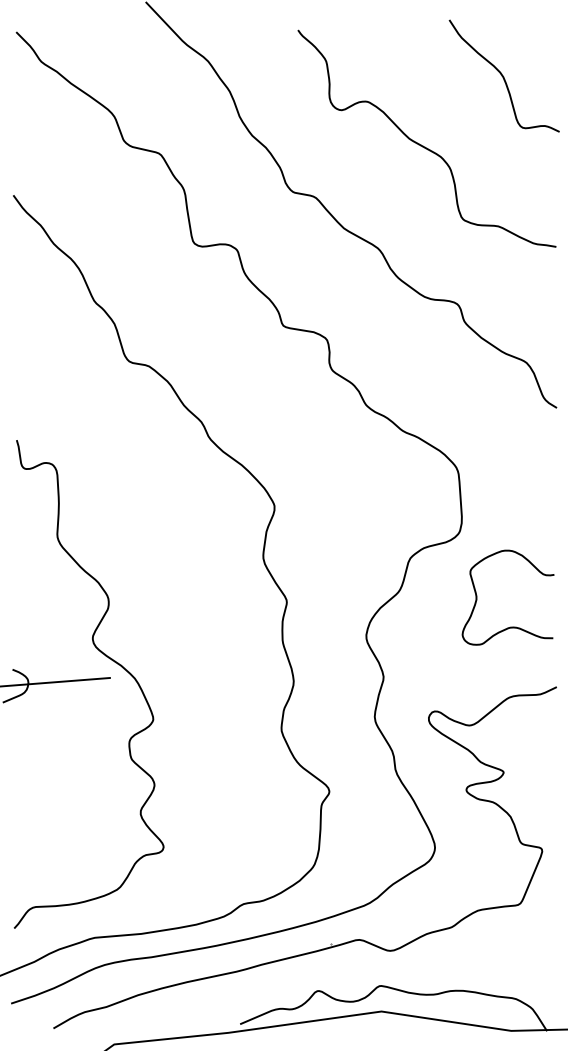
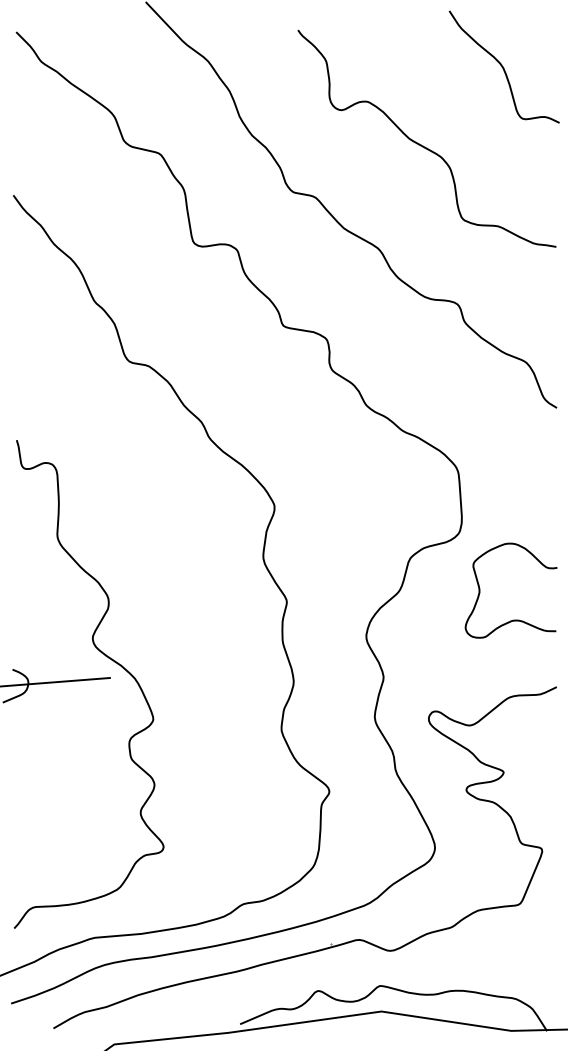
curve at (503, 75) position: (503, 75) -> (503, 66)
curve at (510, 626) position: (510, 626) -> (513, 619)
